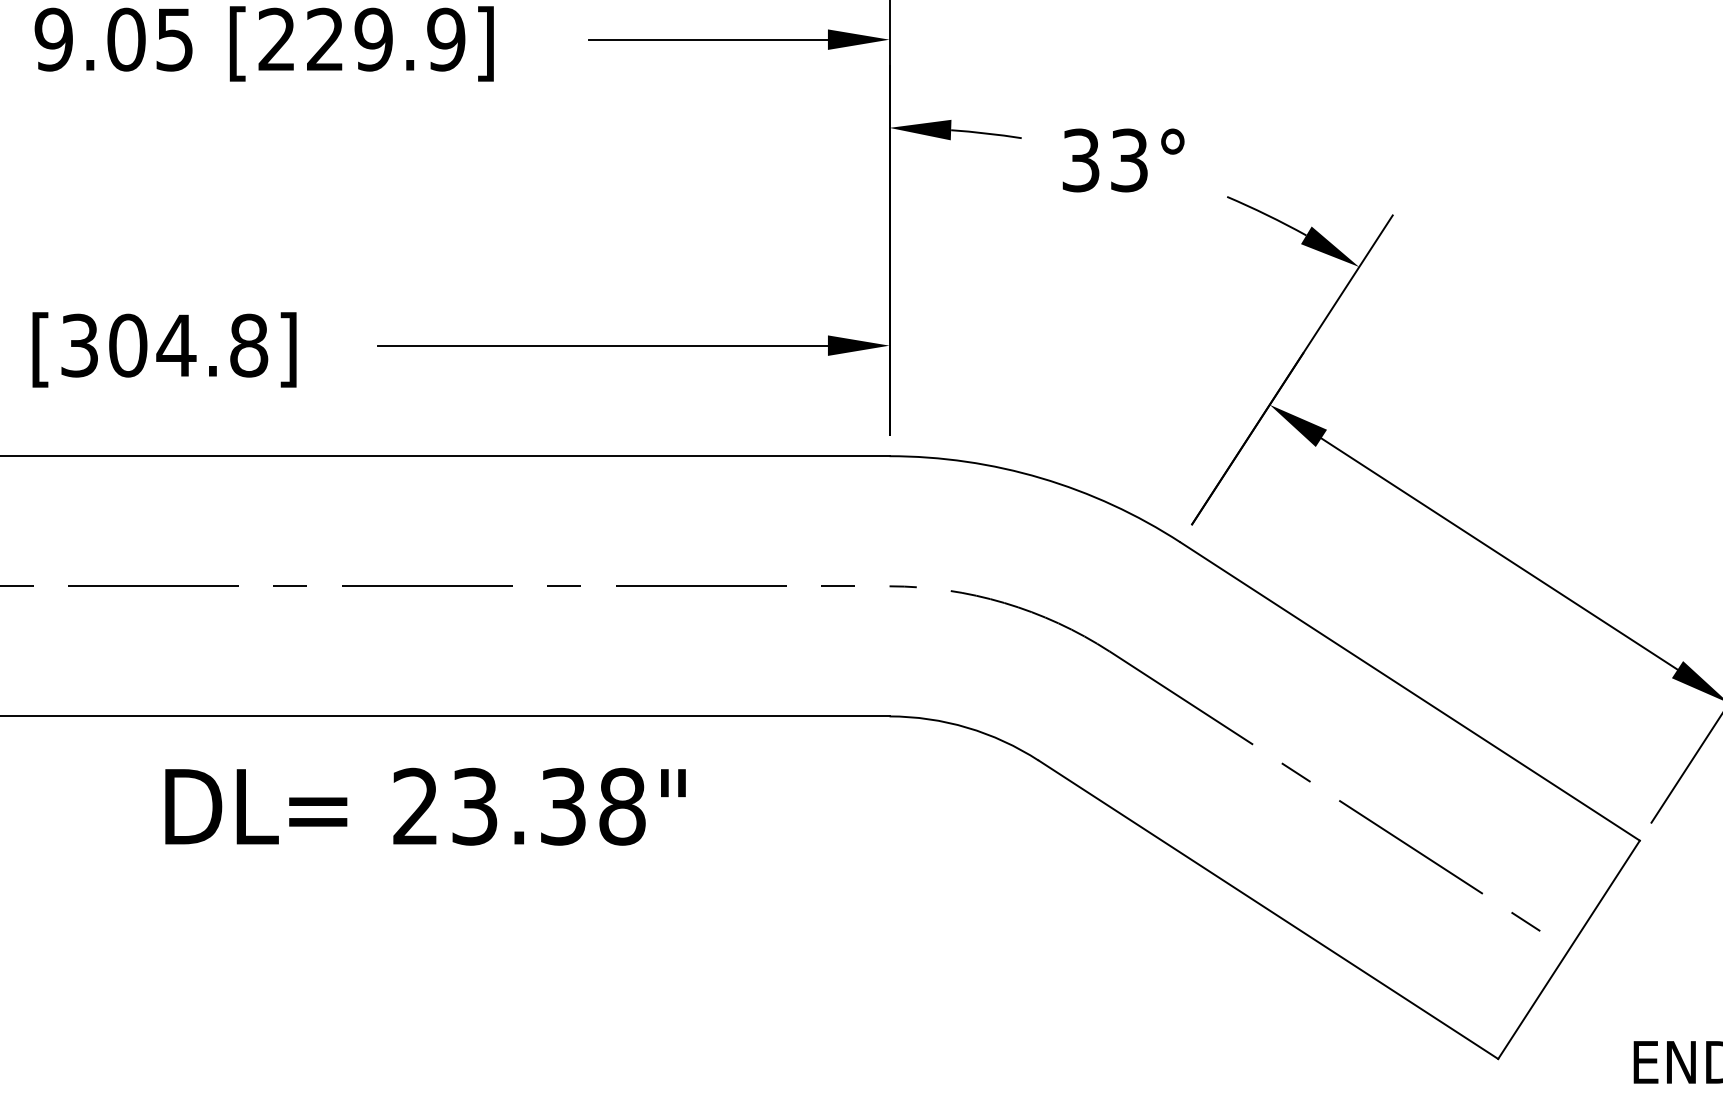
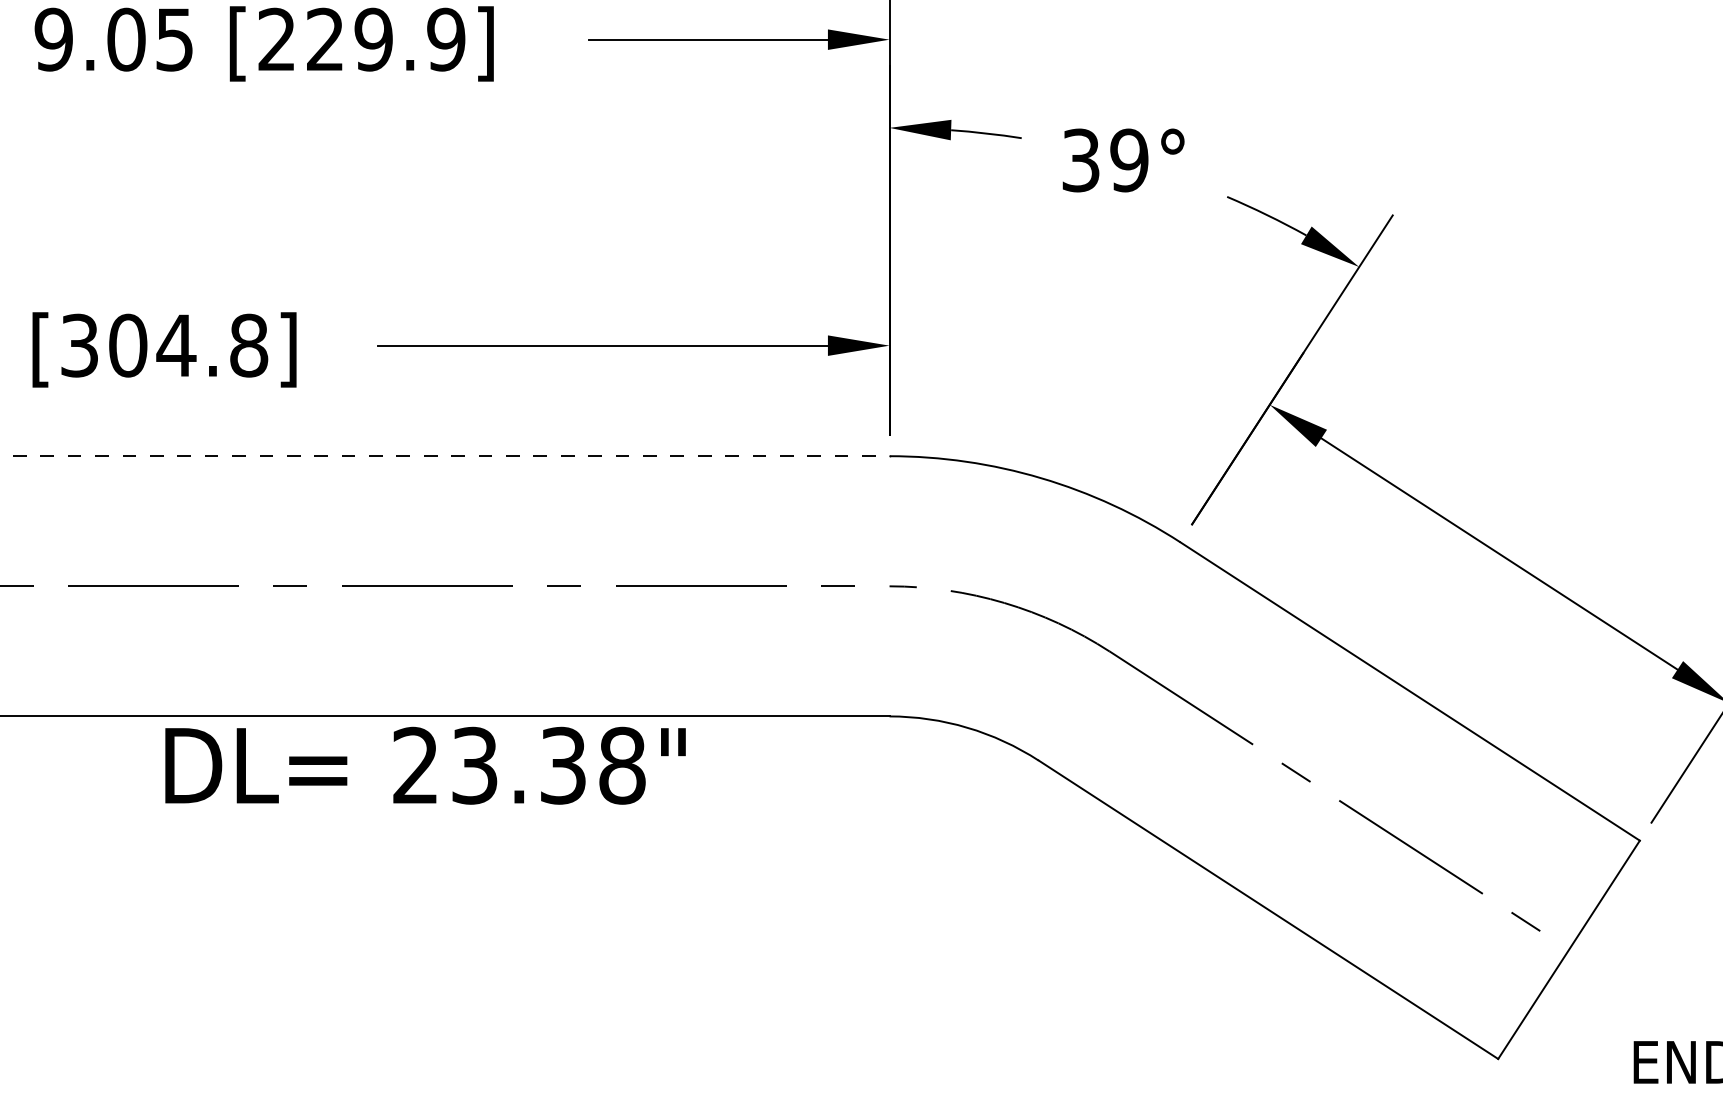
text at (1129, 160): 33° -> 39°
line at (445, 456): solid -> dashed
text at (425, 806) position: (425, 806) -> (425, 765)
